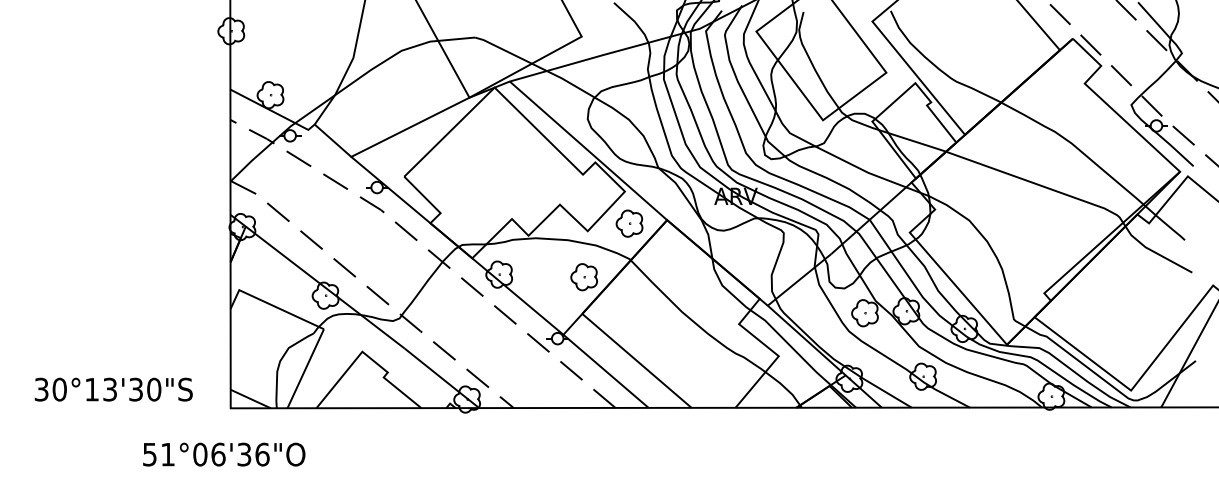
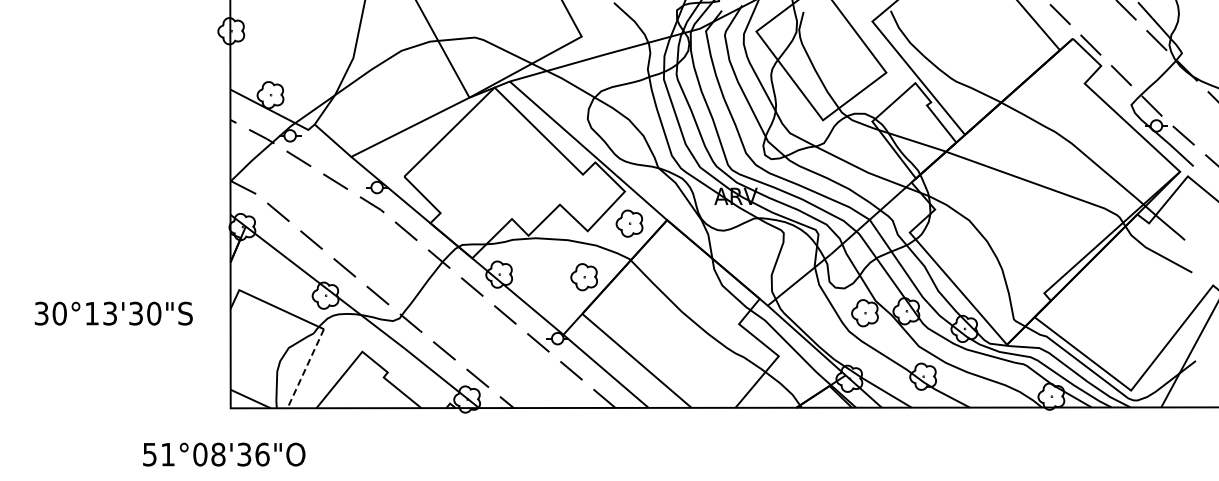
line at (305, 368): solid -> dashed
text at (113, 389) position: (113, 389) -> (113, 313)
text at (218, 454): 51°06'36"O -> 51°08'36"O
